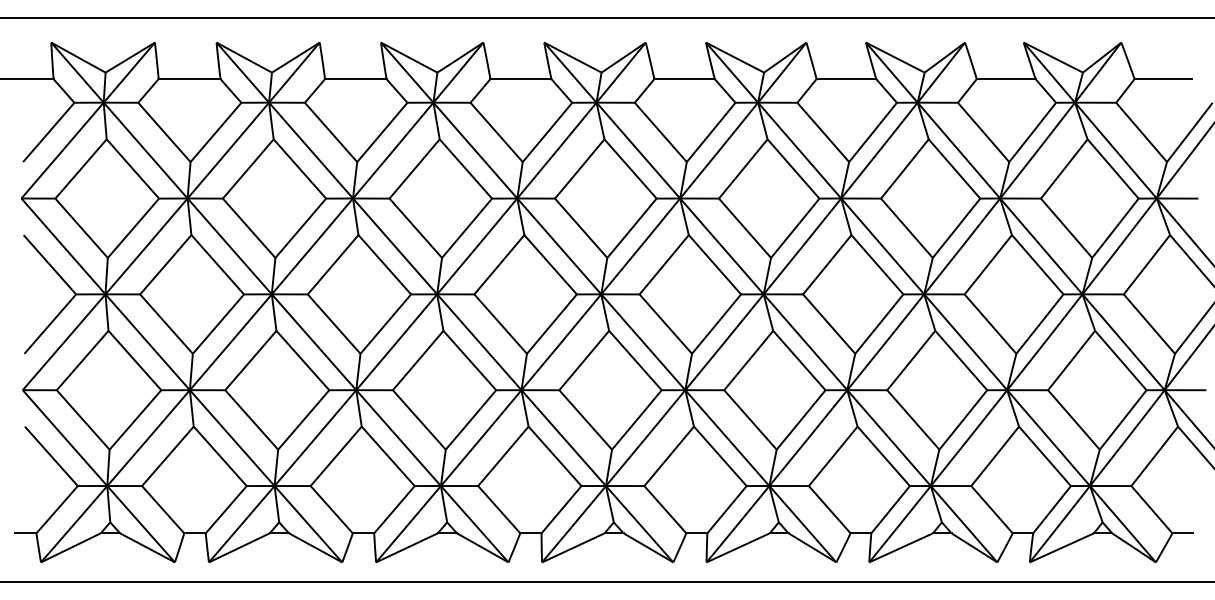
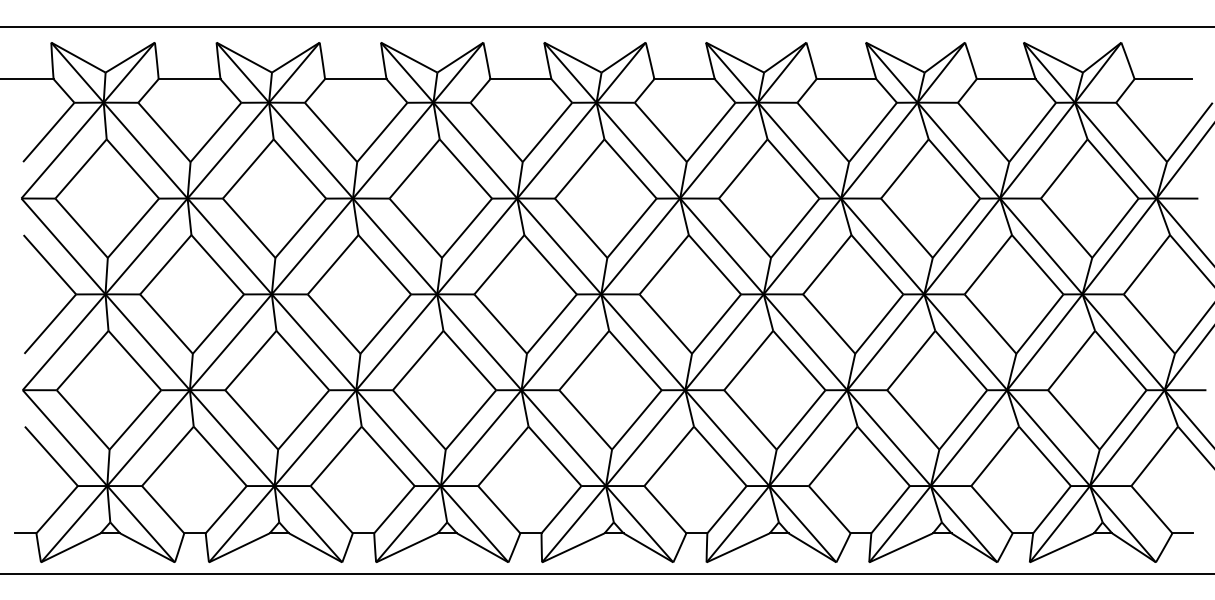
line at (606, 18) position: (606, 18) -> (606, 27)
line at (606, 581) position: (606, 581) -> (606, 573)
